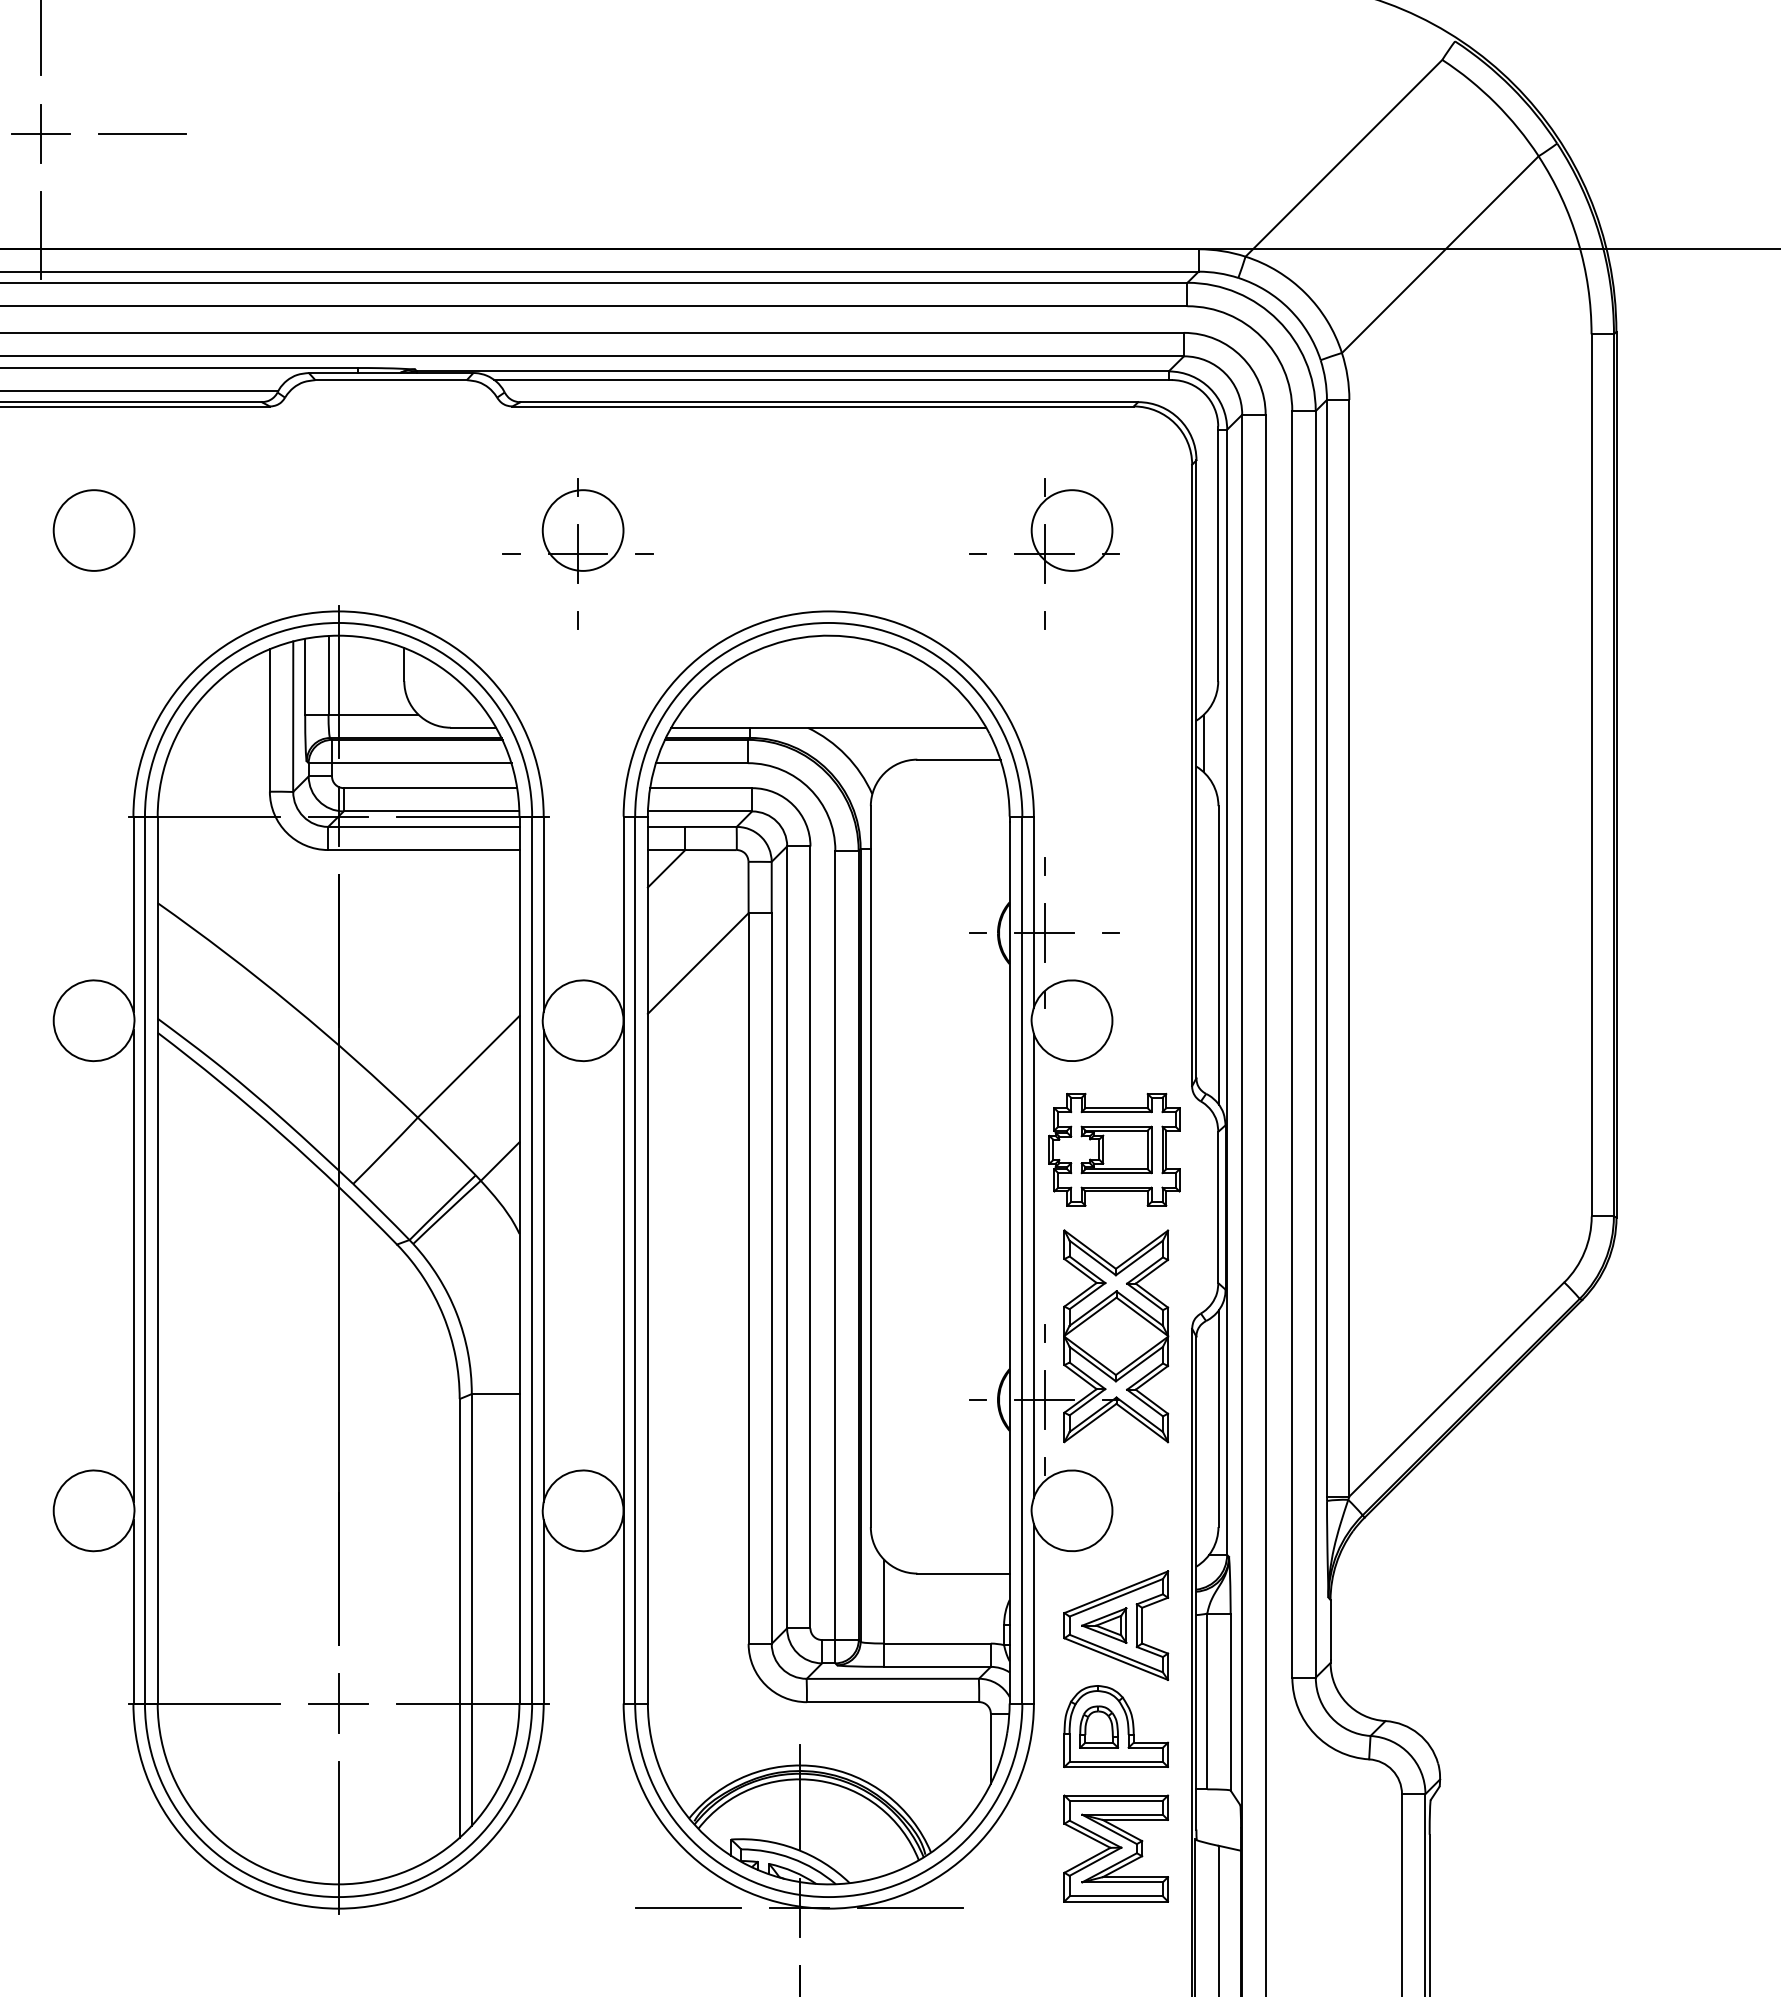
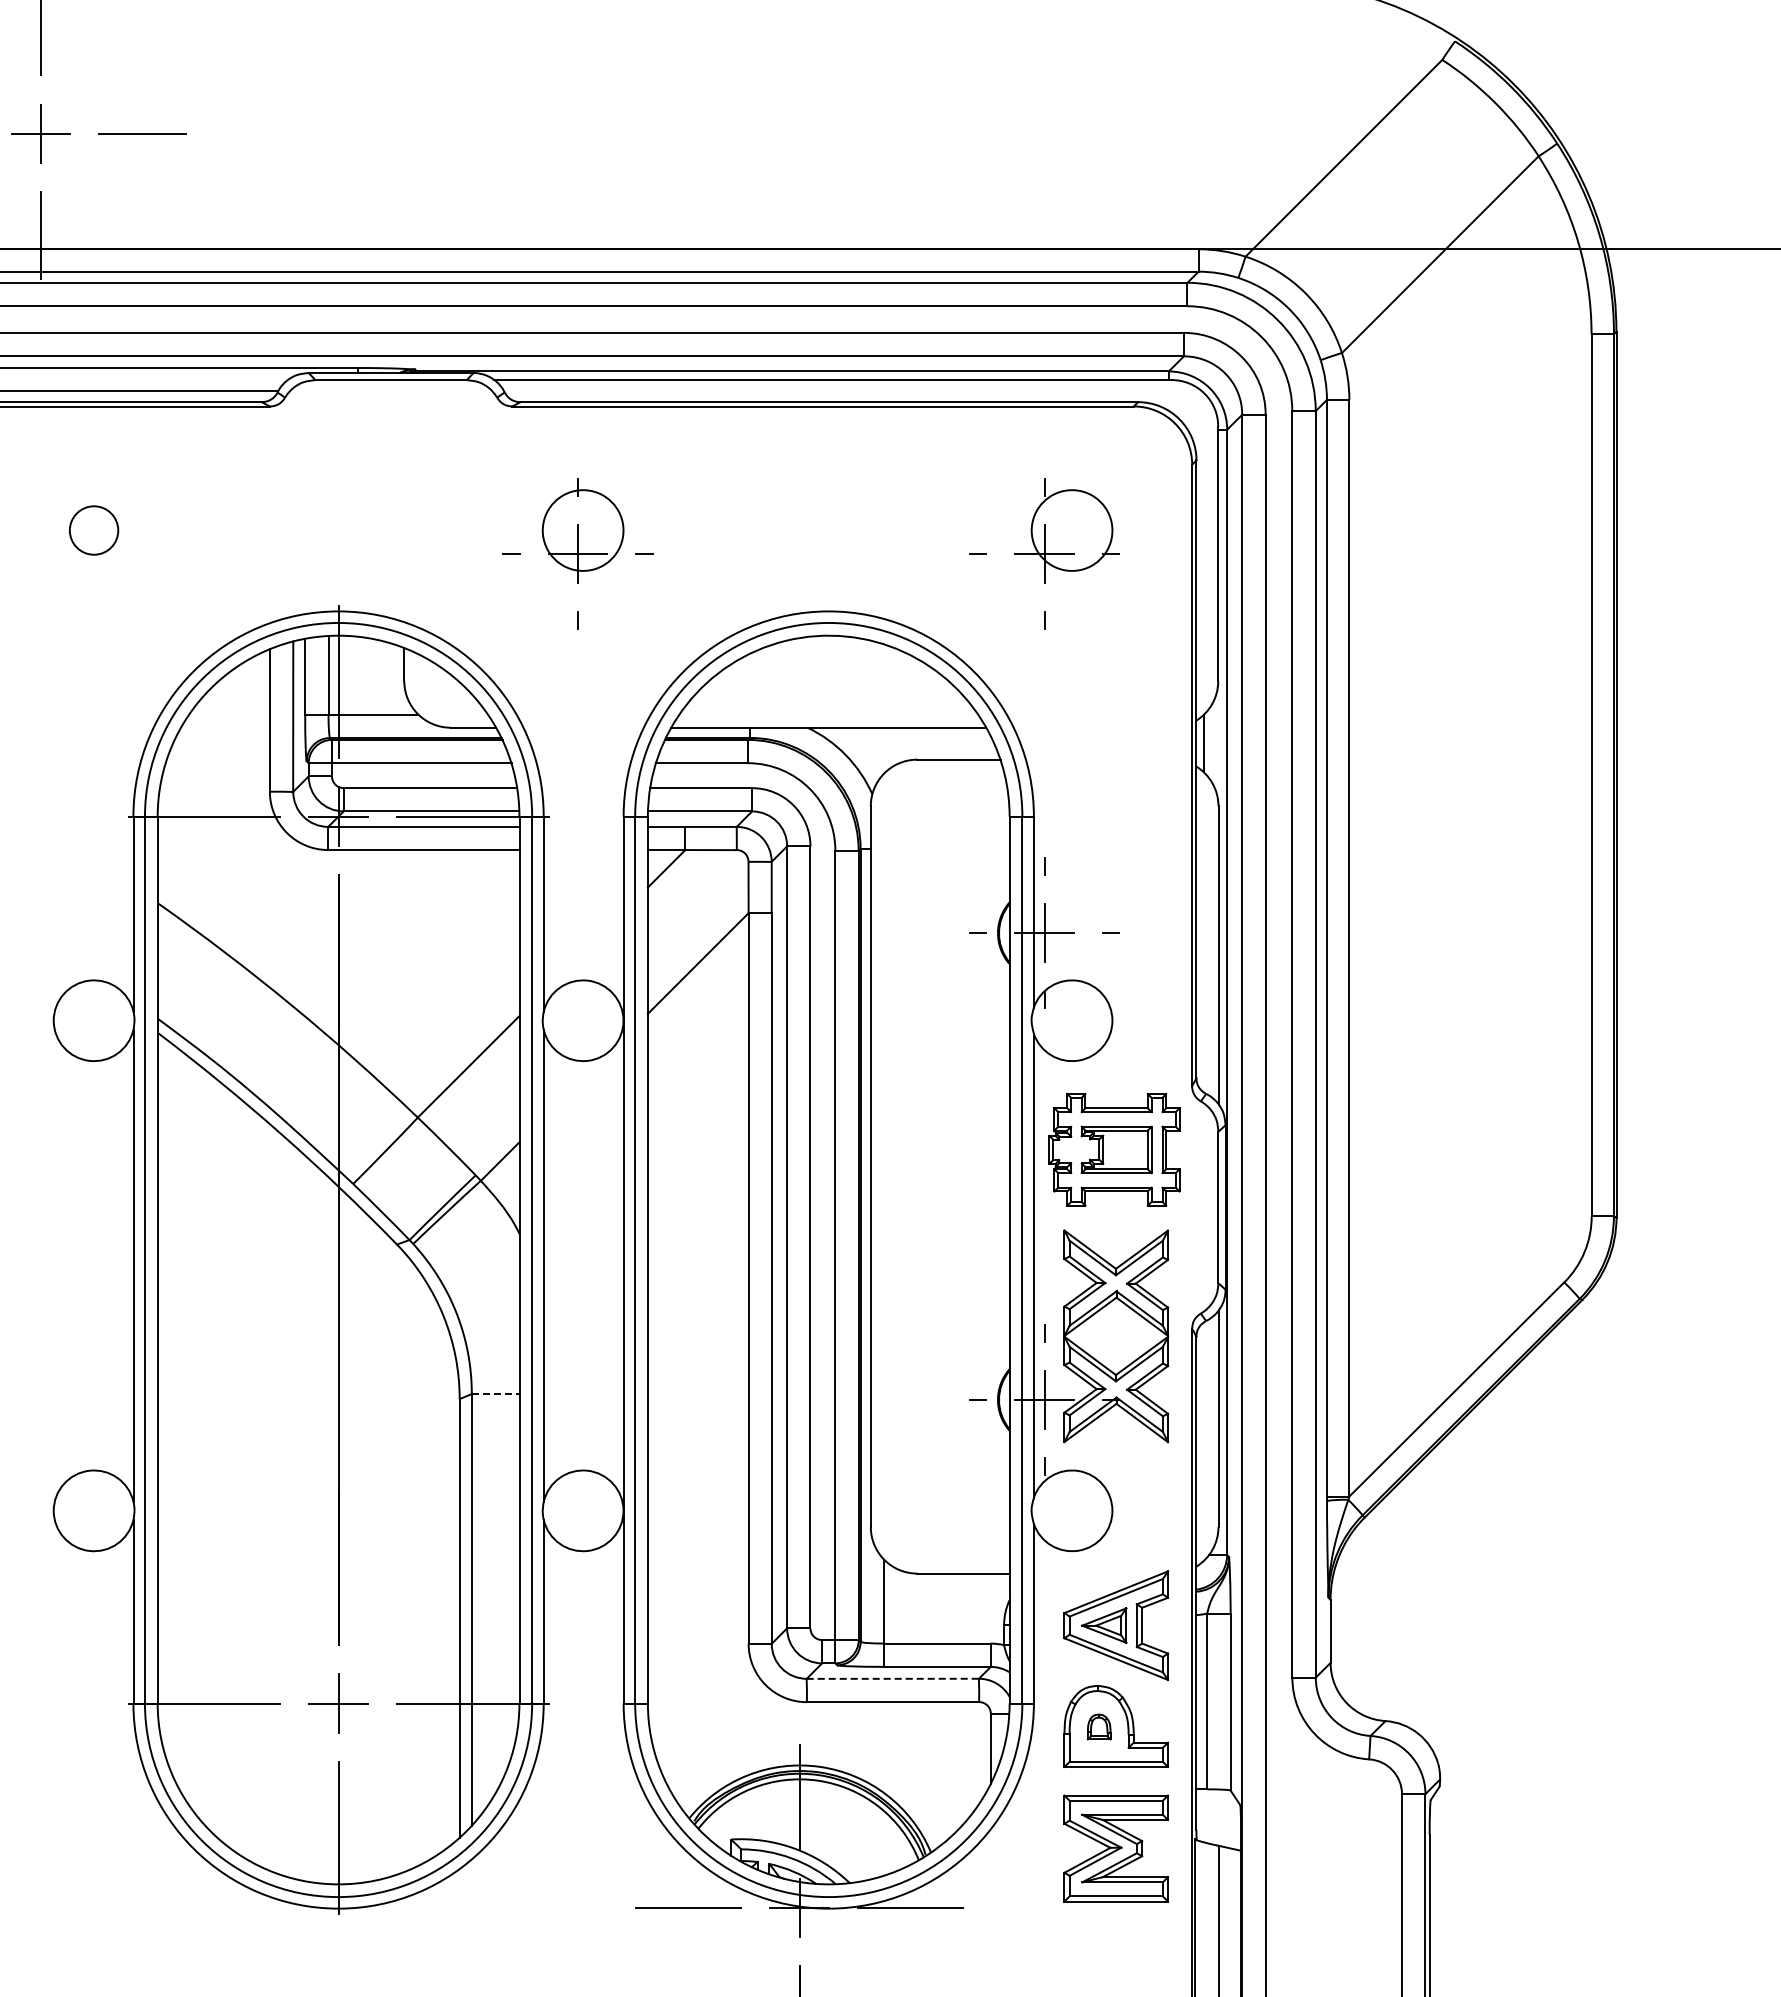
circle at (93, 530) size: 84x83 px -> 51x51 px
line at (495, 1394): solid -> dashed
line at (893, 1678): solid -> dashed
part at (1099, 1726) size: 41x44 px -> 26x28 px
